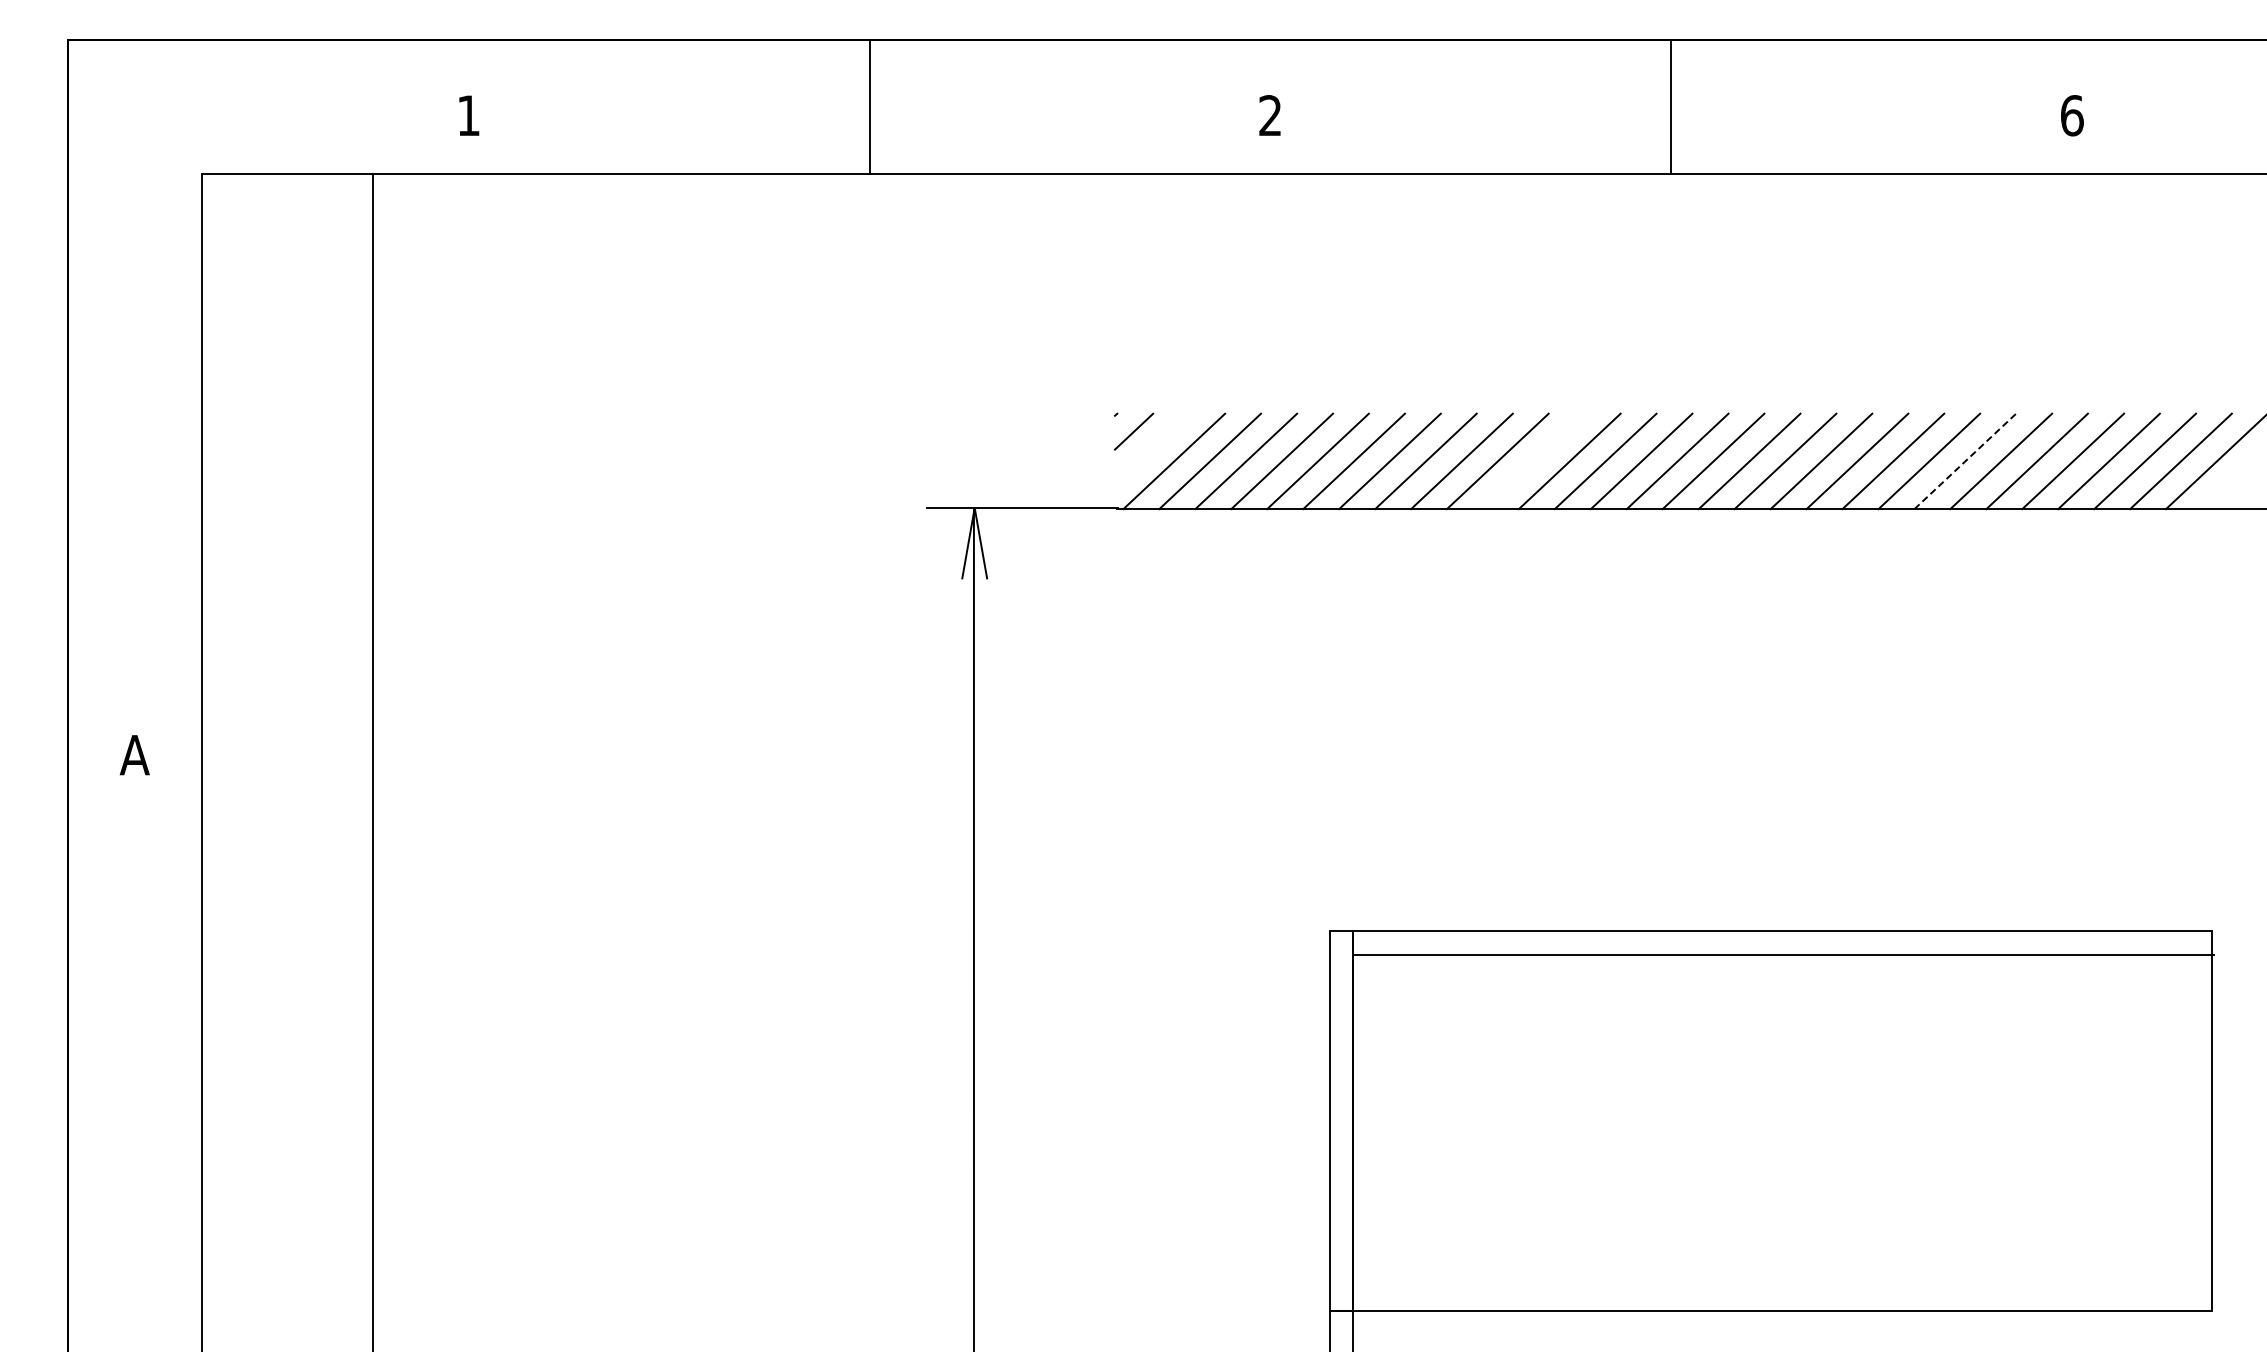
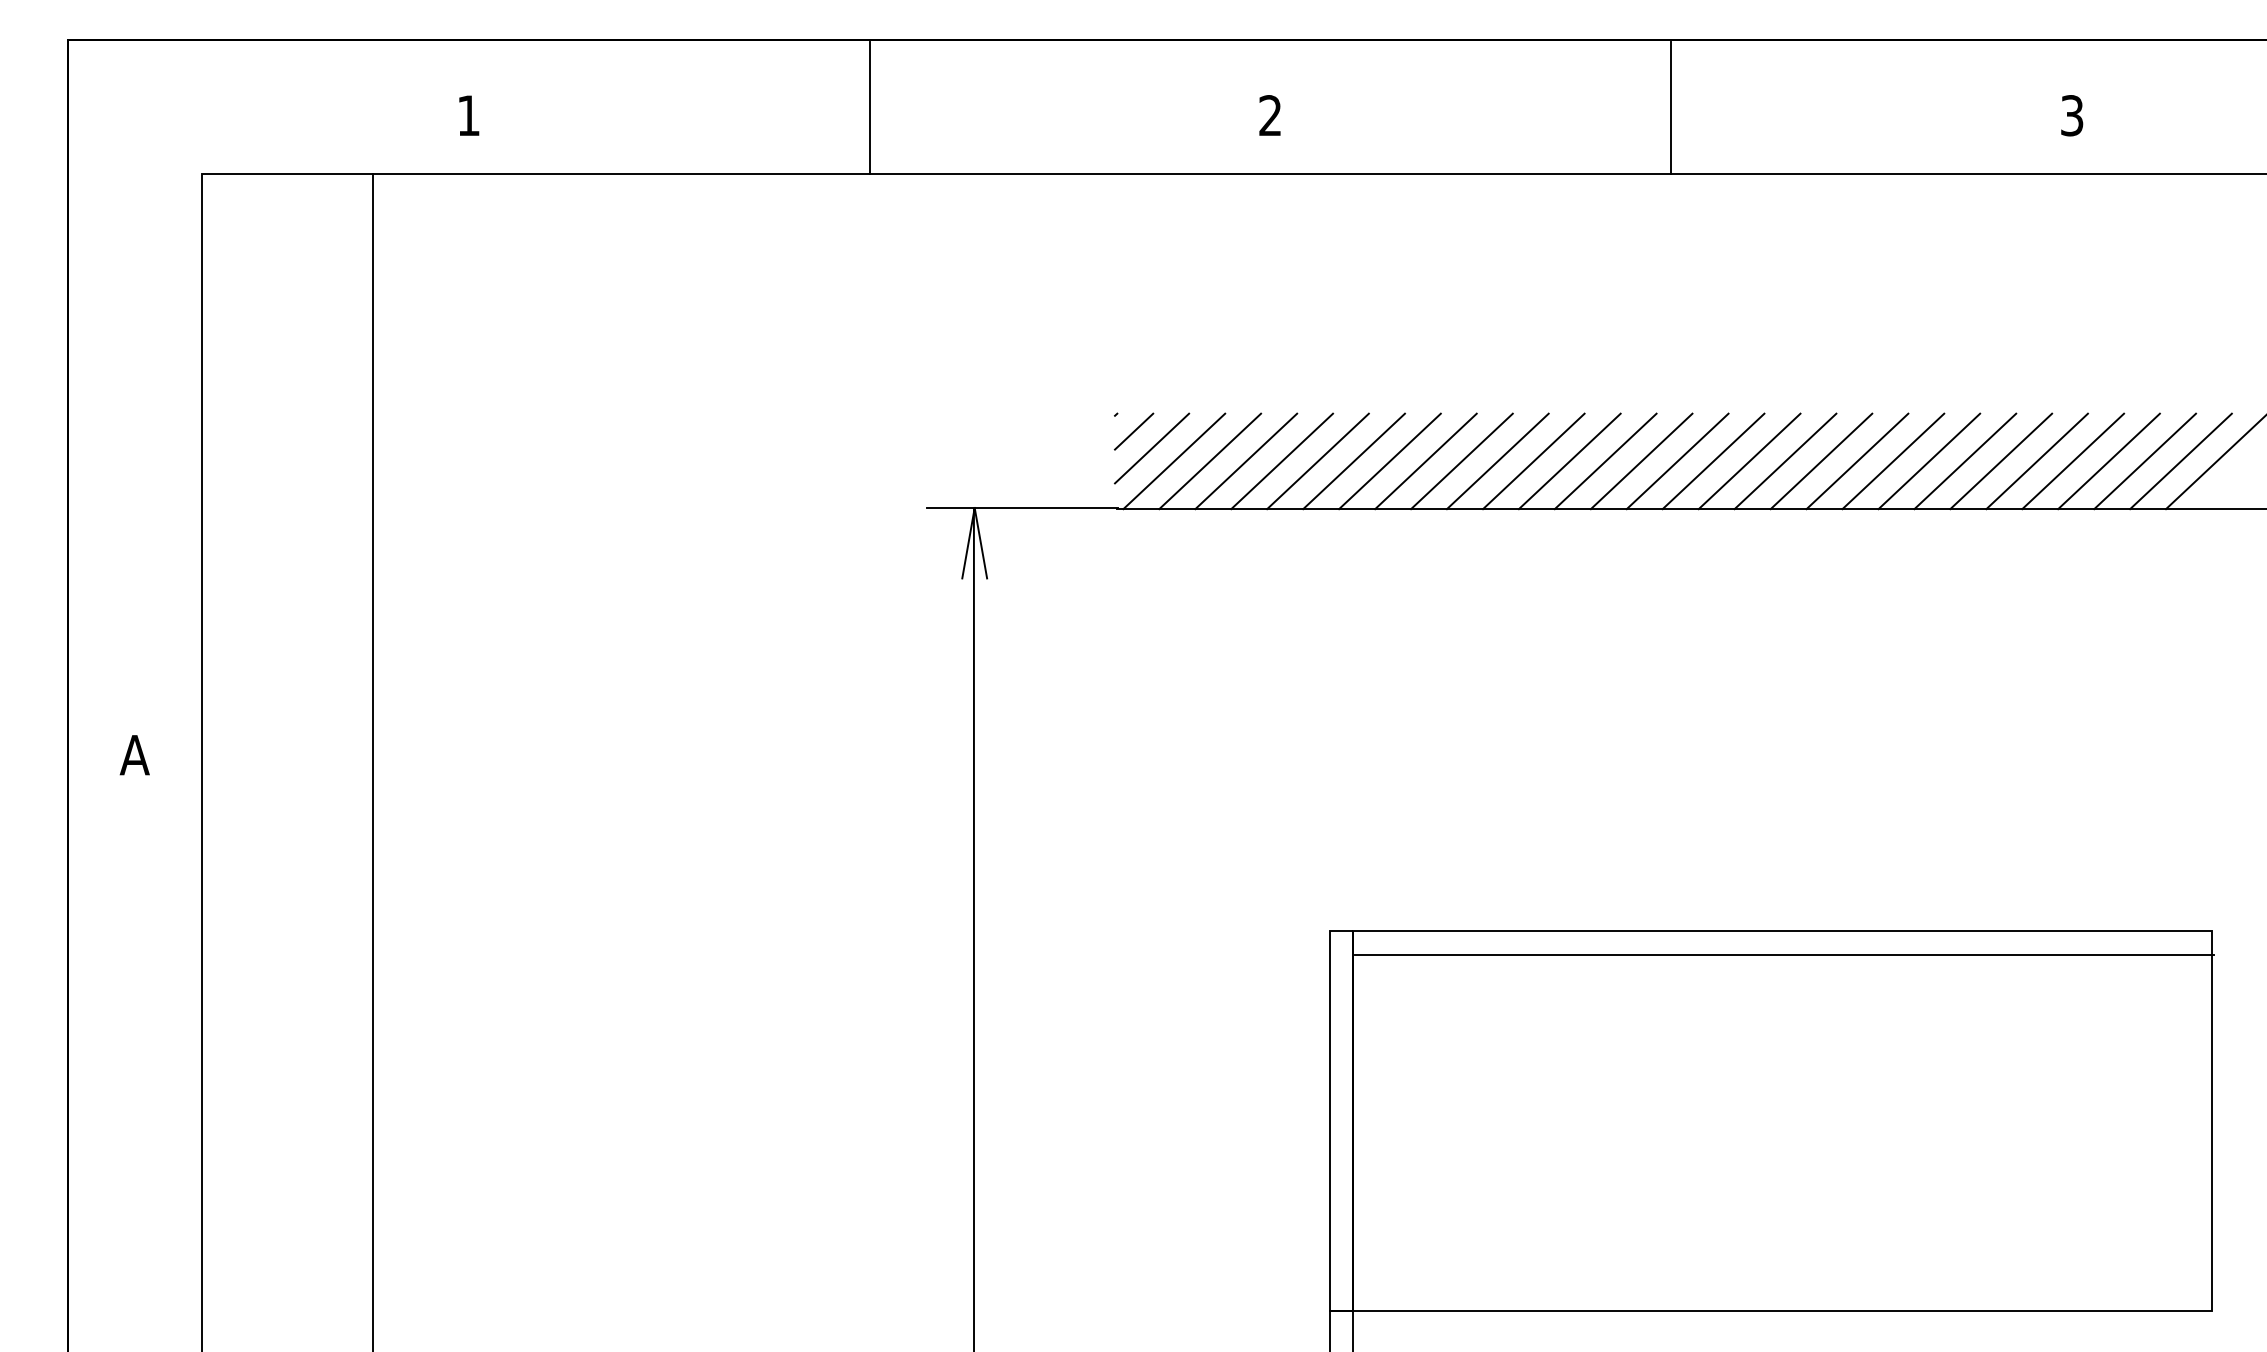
text at (2072, 115): 6 -> 3
line at (1152, 448): none -> present
line at (1533, 461): none -> present
line at (1965, 461): dashed -> solid
